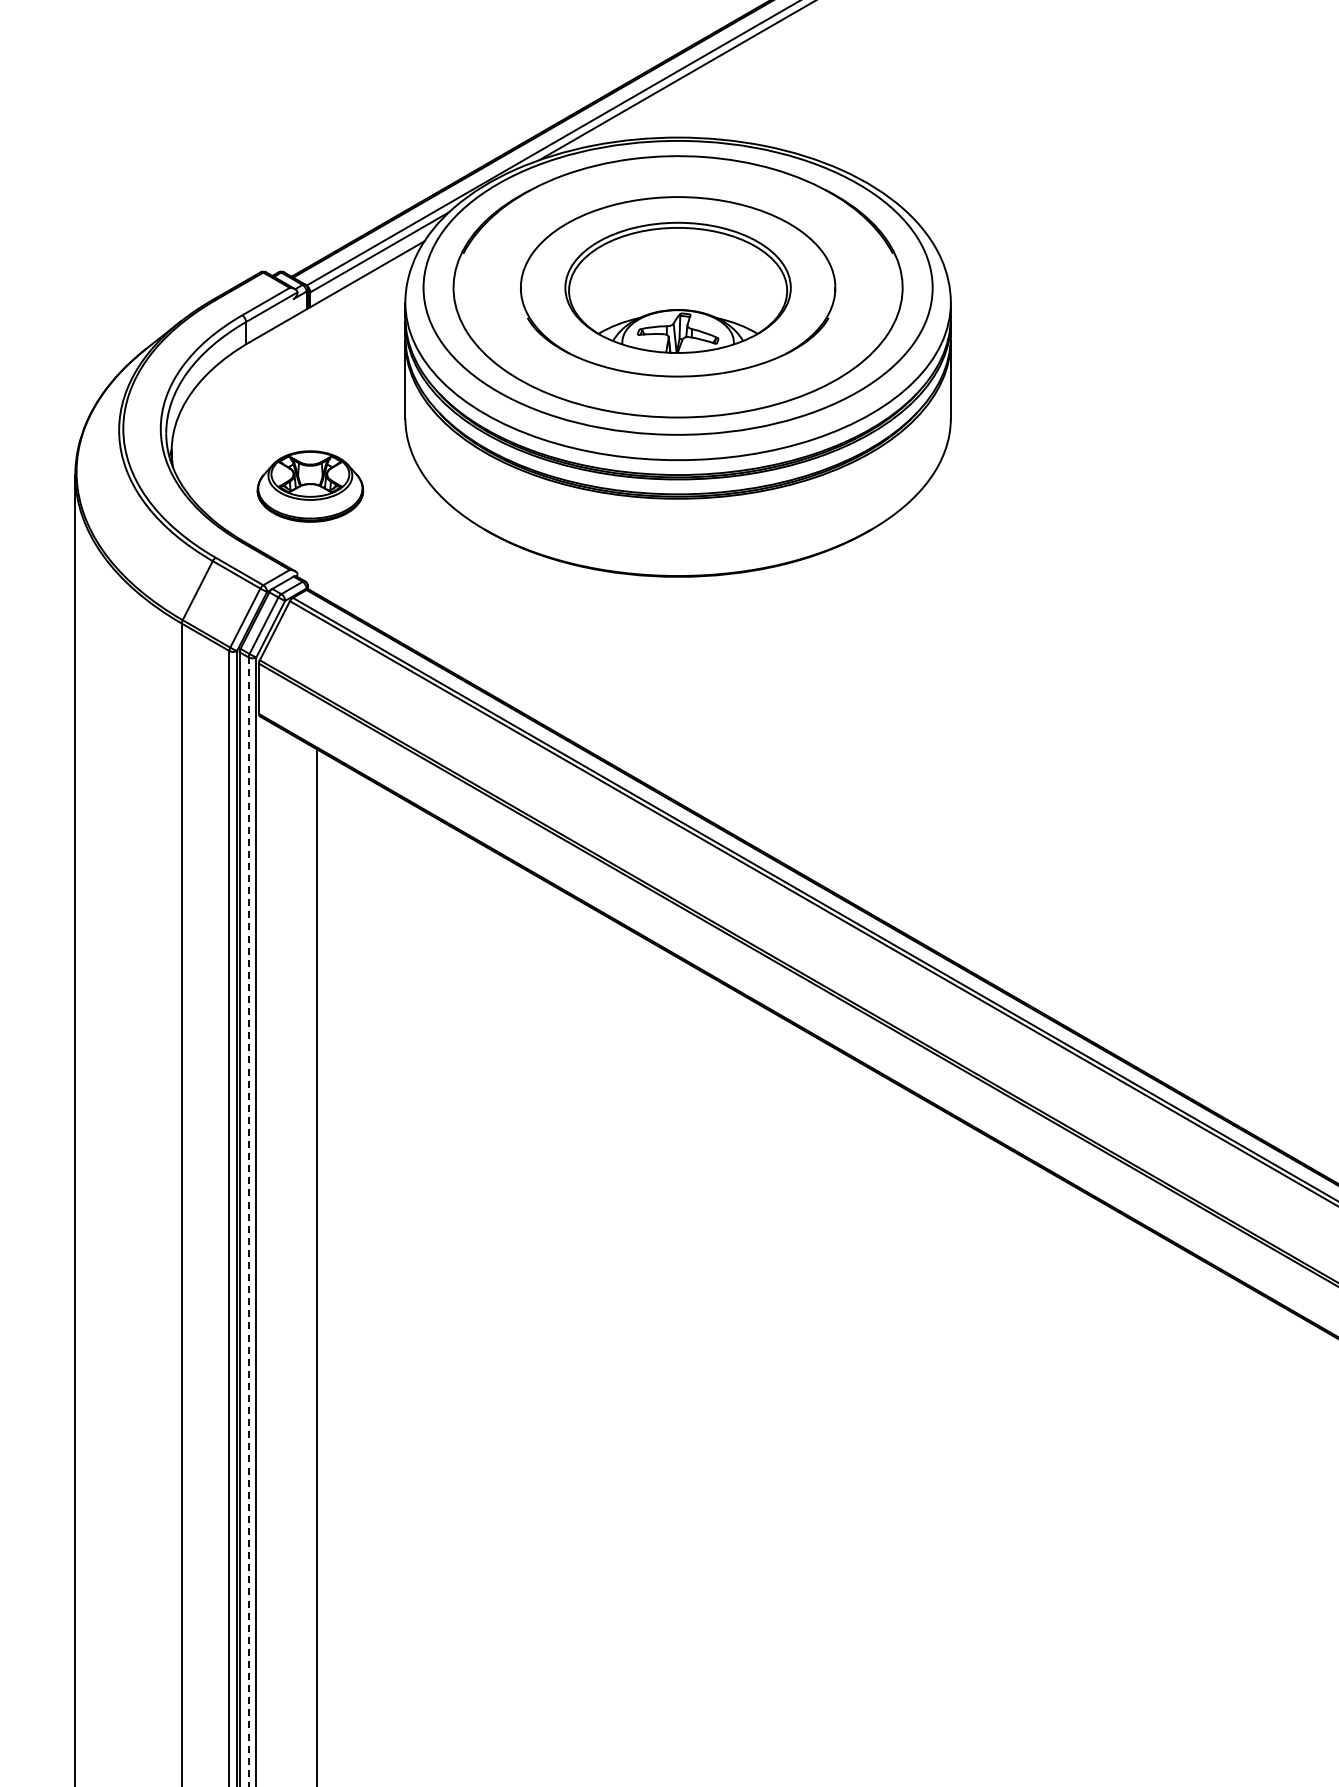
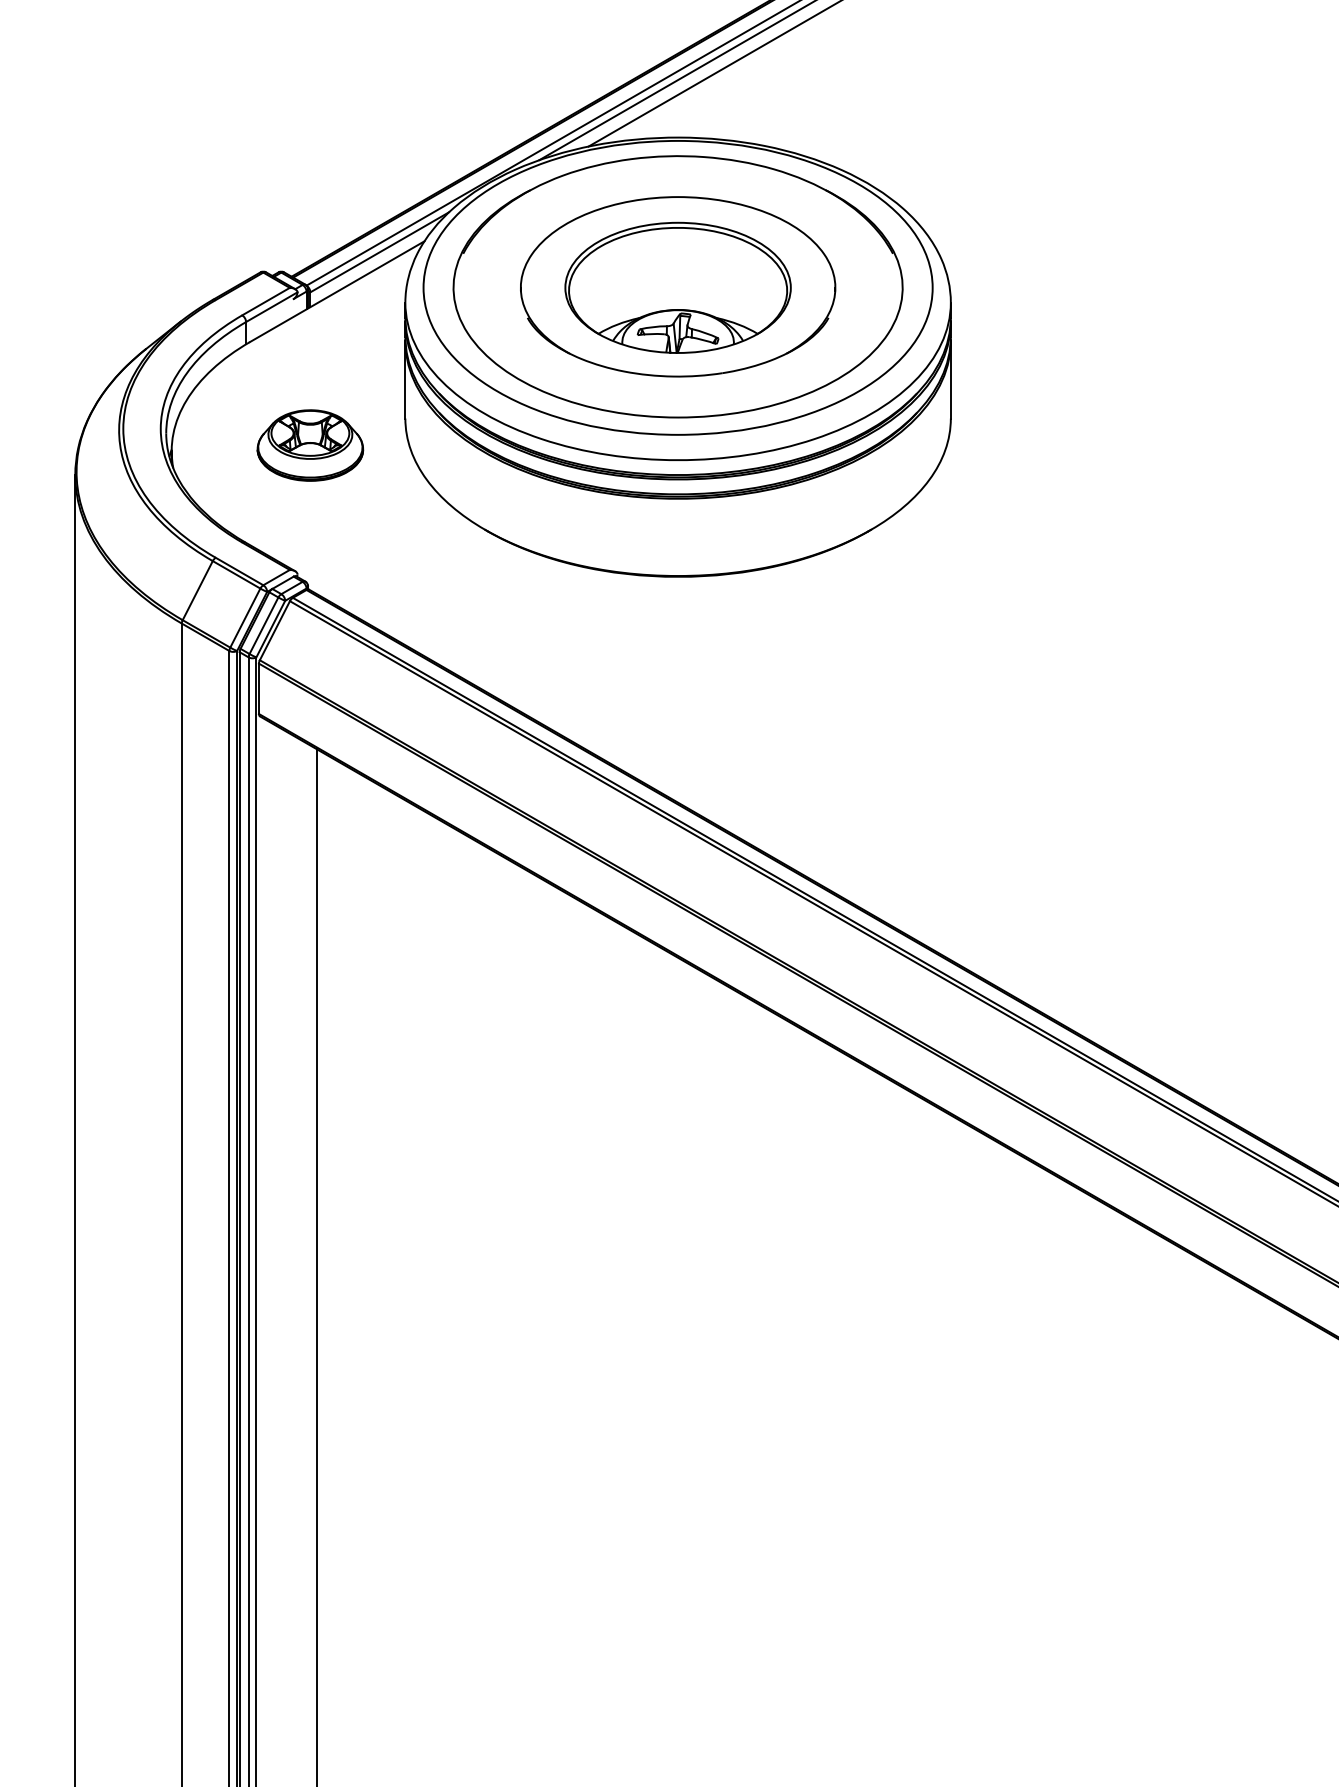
line at (713, 74): none -> present
part at (310, 486) position: (310, 486) -> (310, 445)
line at (248, 1222): dashed -> solid
